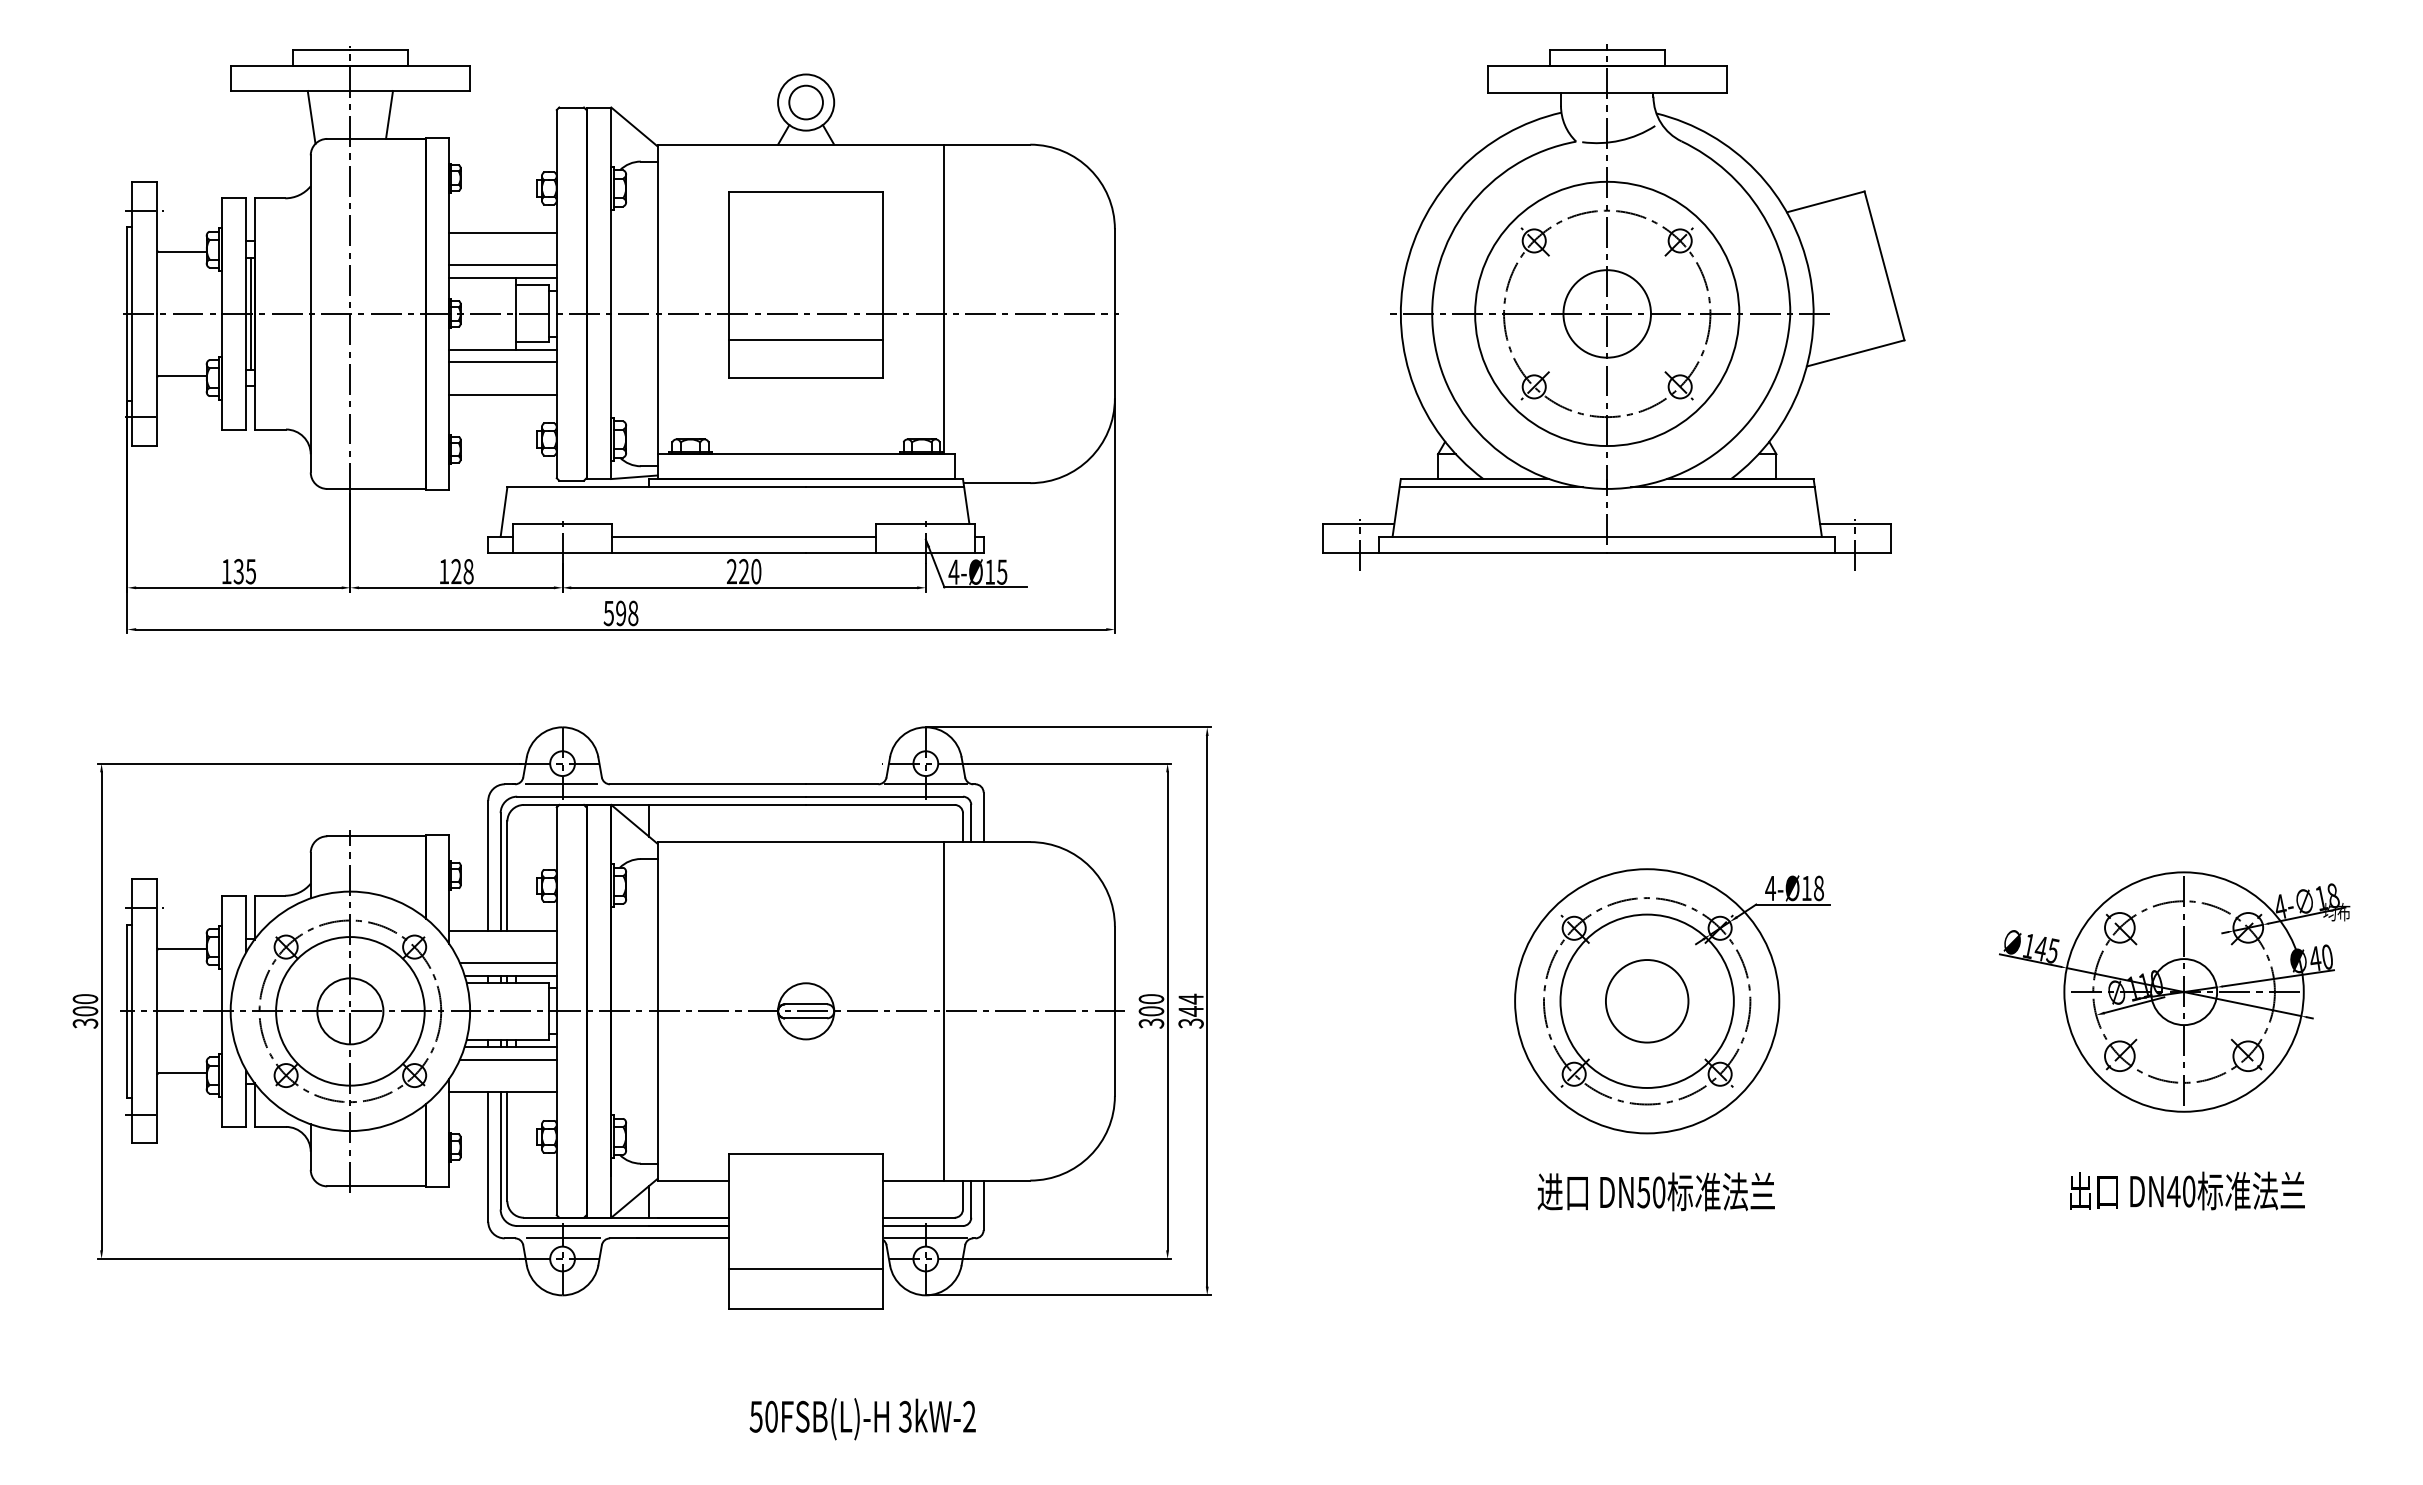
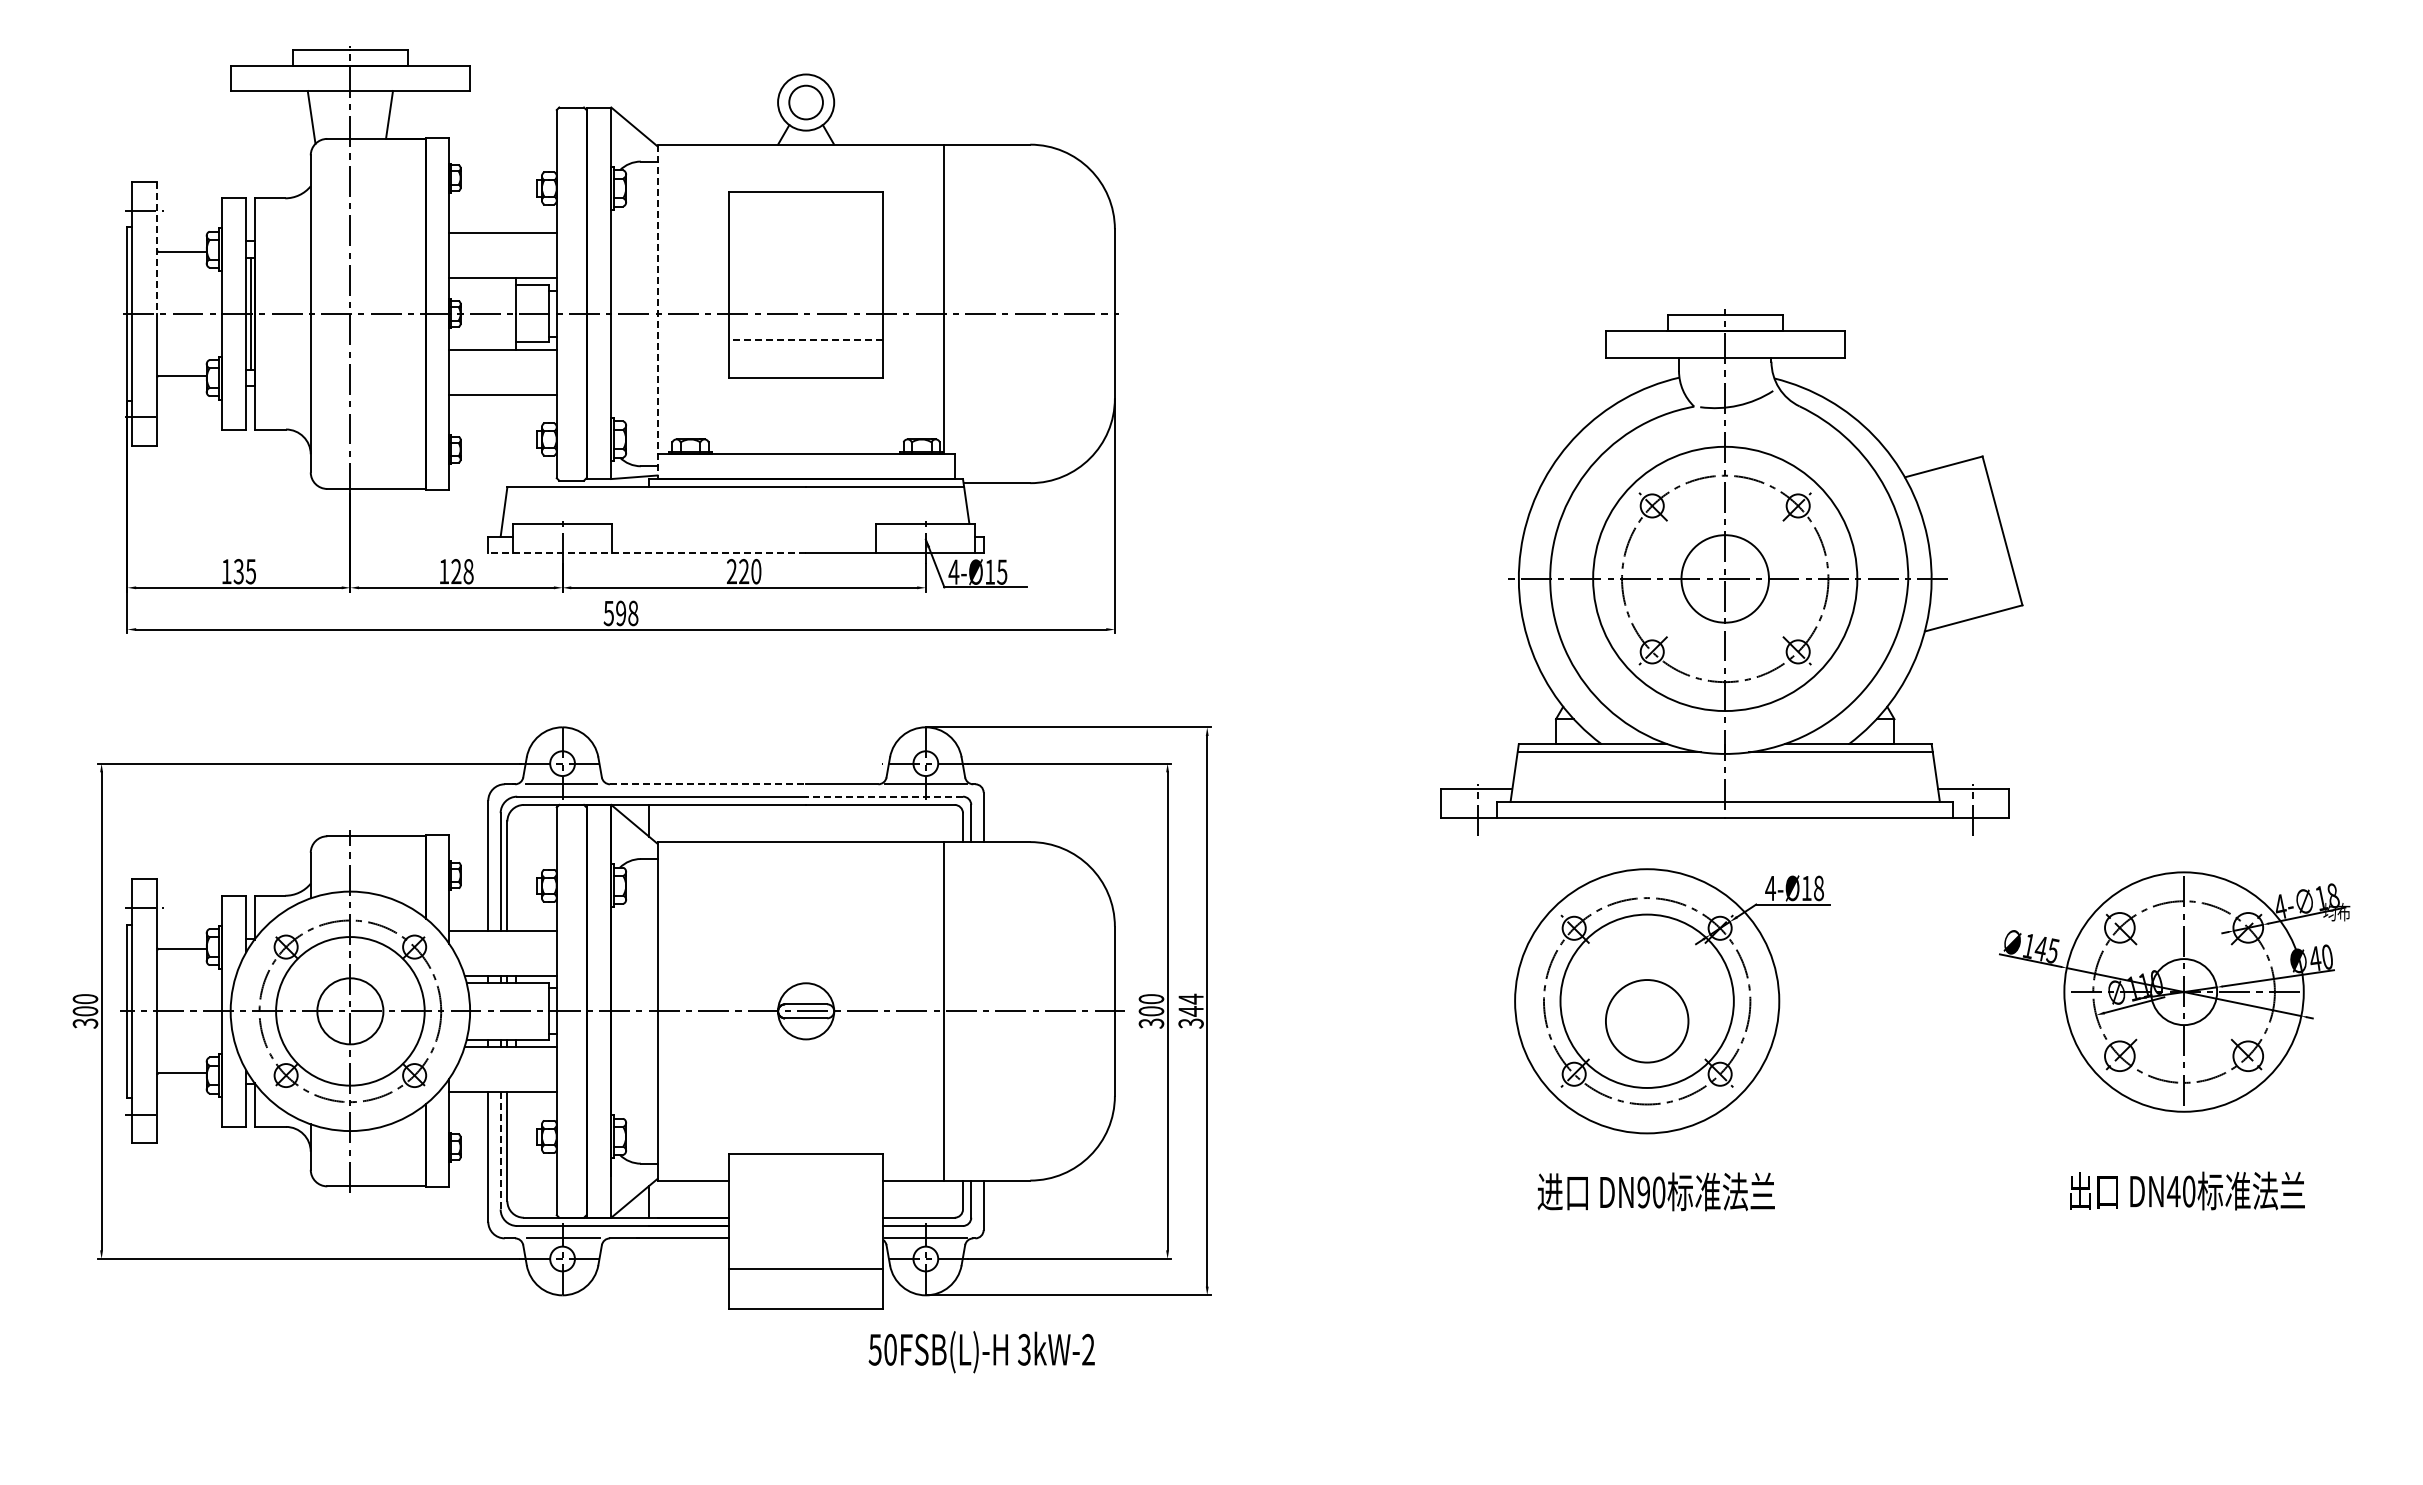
line at (157, 248): solid -> dashed
line at (502, 265): present -> none
part at (1613, 307) position: (1613, 307) -> (1731, 572)
line at (657, 312): solid -> dashed
line at (805, 340): solid -> dashed
line at (502, 362): present -> none
line at (744, 536): present -> none
line at (647, 553): solid -> dashed
line at (708, 784): solid -> dashed
line at (884, 796): solid -> dashed
line at (507, 962): present -> none
circle at (1647, 1001) position: (1647, 1001) -> (1647, 1021)
line at (507, 1059): present -> none
line at (500, 1150): solid -> dashed
text at (1643, 1192): DN50 -> DN90
text at (862, 1419) position: (862, 1419) -> (981, 1352)
